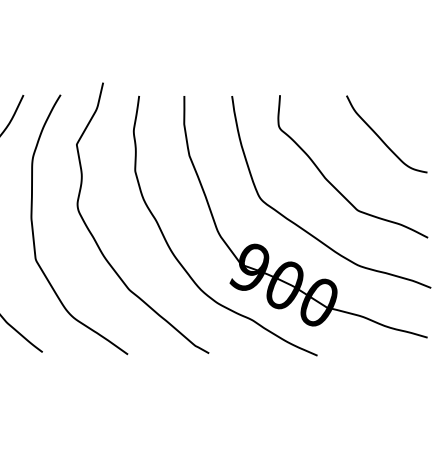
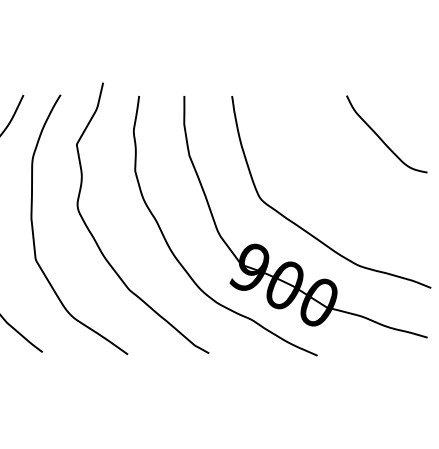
curve at (333, 185): present -> none
